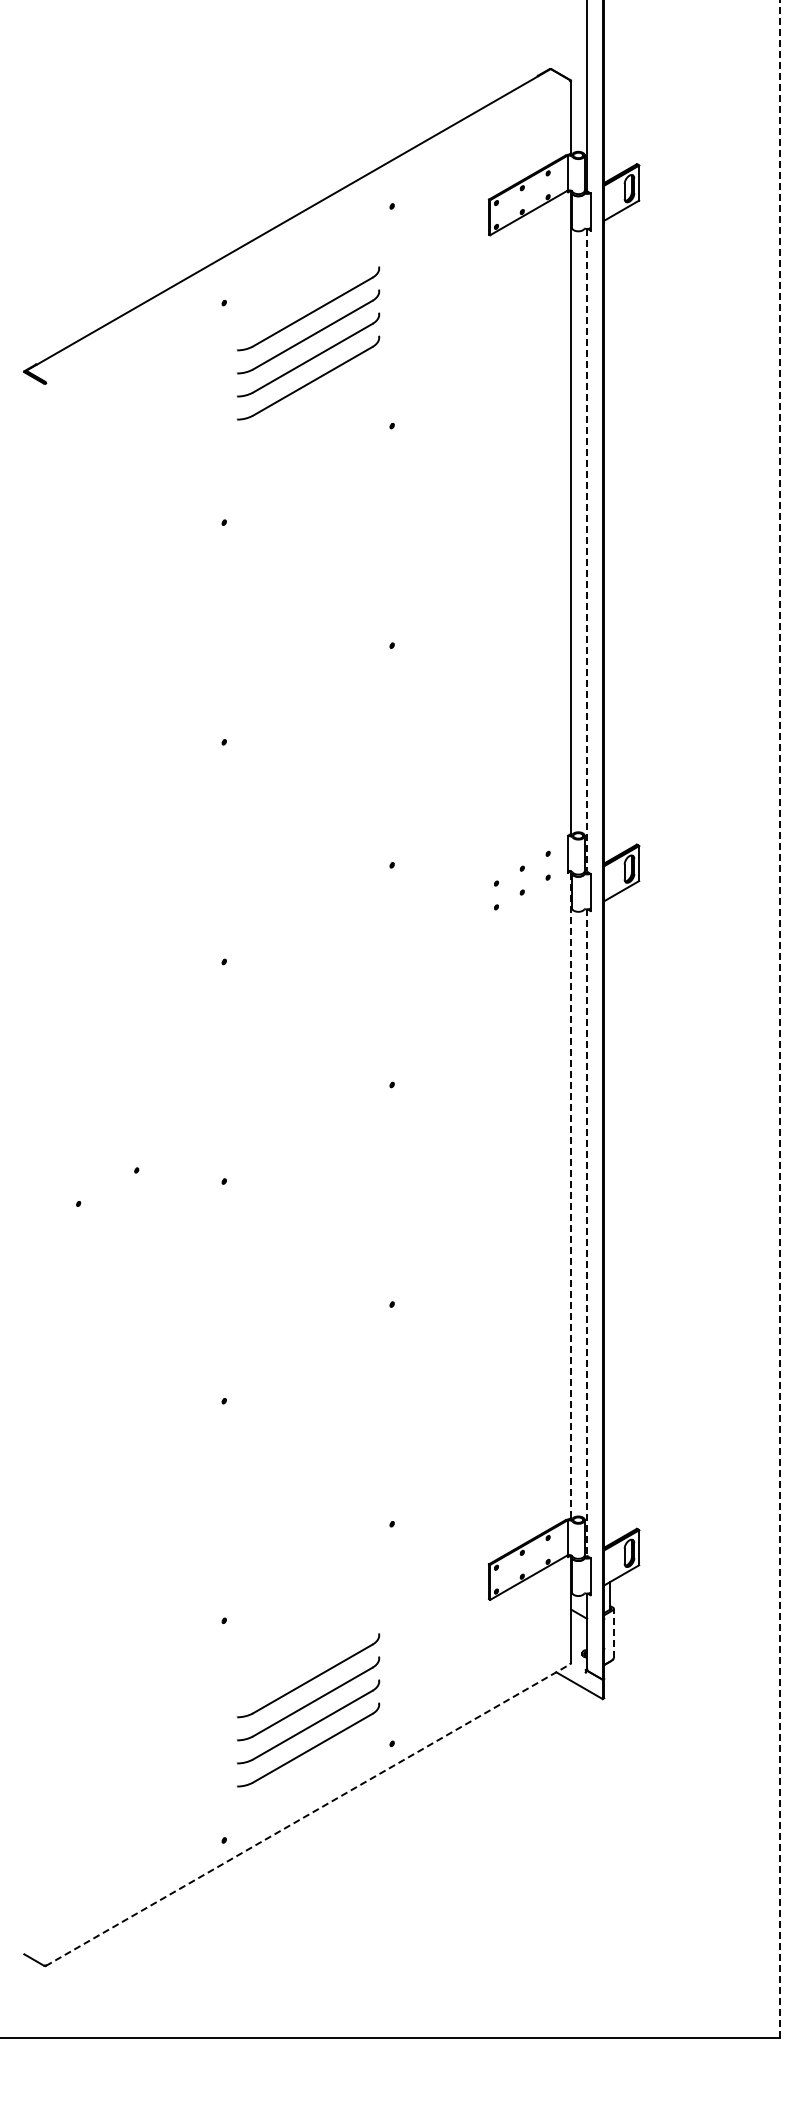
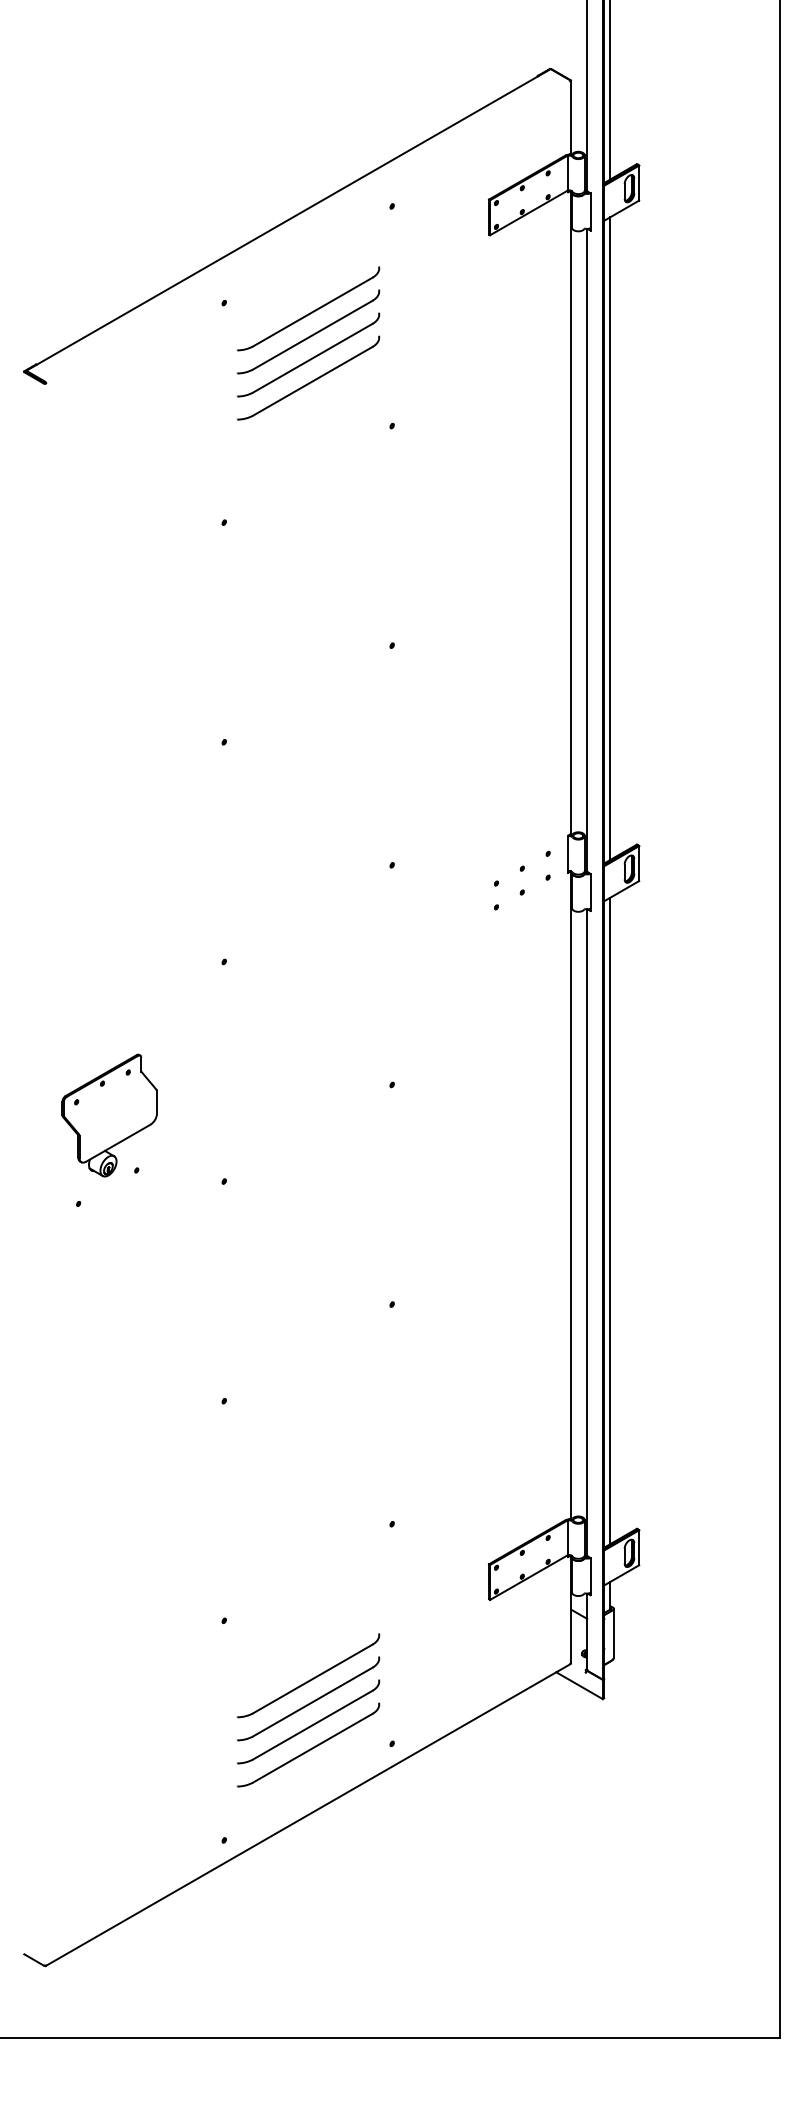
line at (610, 90): none -> present
line at (610, 538): none -> present
line at (587, 550): dashed -> solid
line at (779, 1019): dashed -> solid
part at (109, 1115): none -> present
line at (571, 1194): dashed -> solid
line at (610, 1220): none -> present
line at (587, 1232): dashed -> solid
line at (613, 1633): dashed -> solid
line at (307, 1815): dashed -> solid
